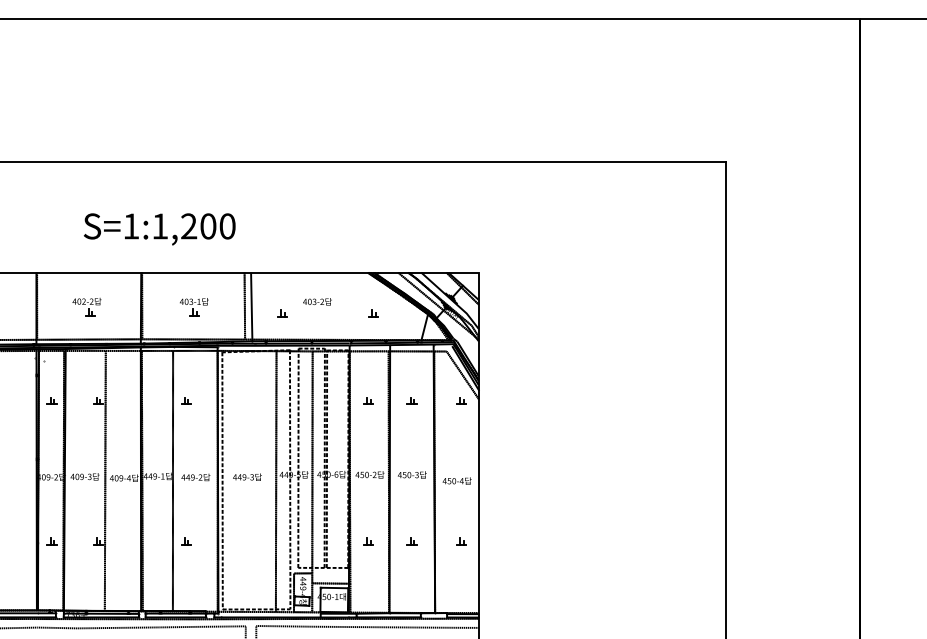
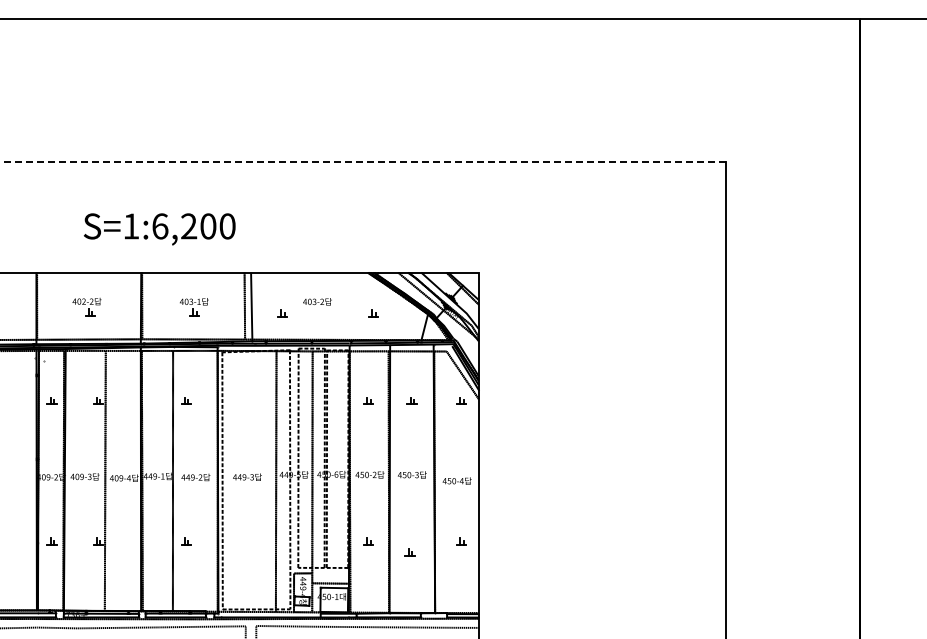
line at (363, 162): solid -> dashed
text at (160, 226): S=1:1,200 -> S=1:6,200
part at (411, 541) position: (411, 541) -> (409, 552)
